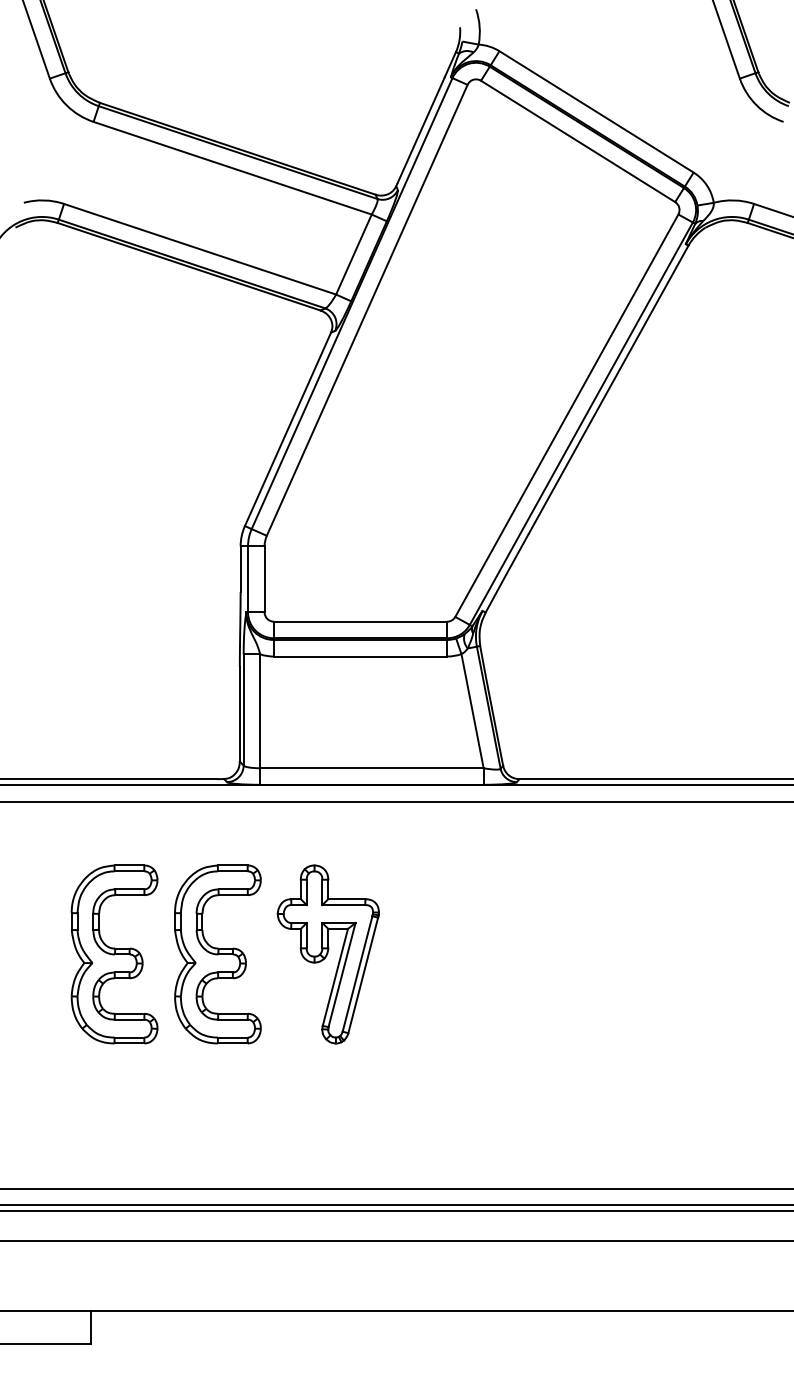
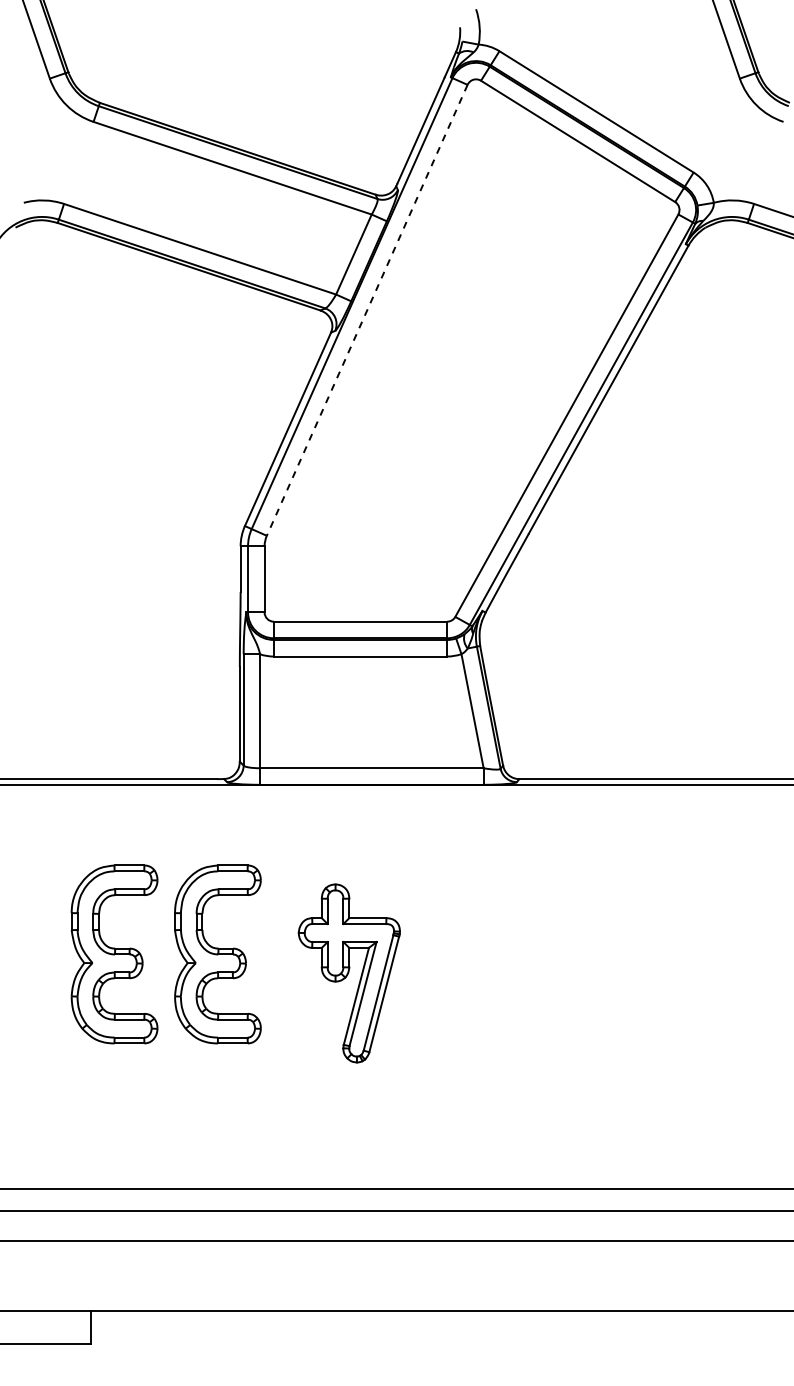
line at (367, 310): solid -> dashed
line at (396, 801): present -> none
part at (327, 954) position: (327, 954) -> (348, 973)
line at (396, 1205): present -> none
